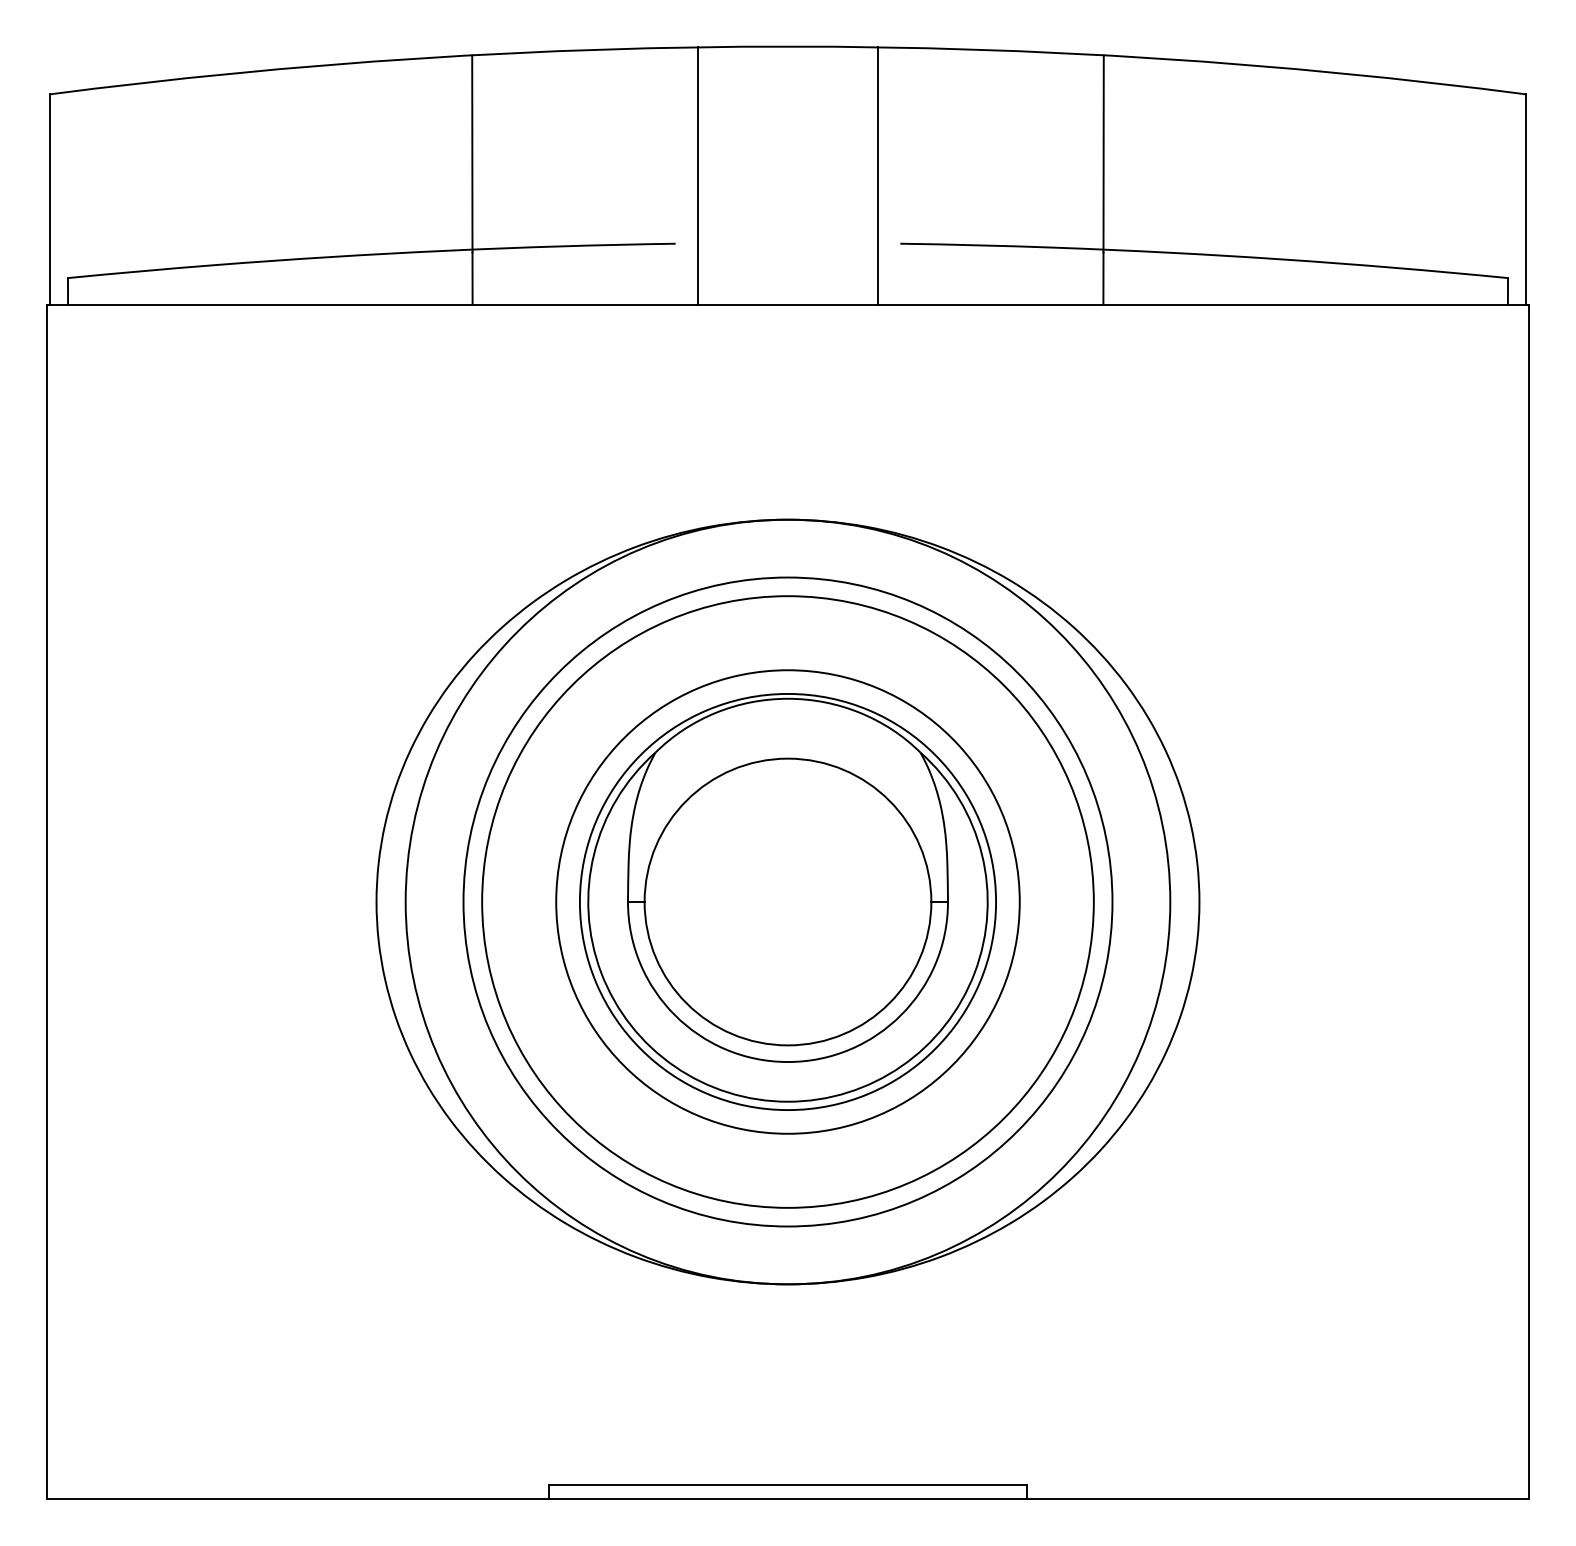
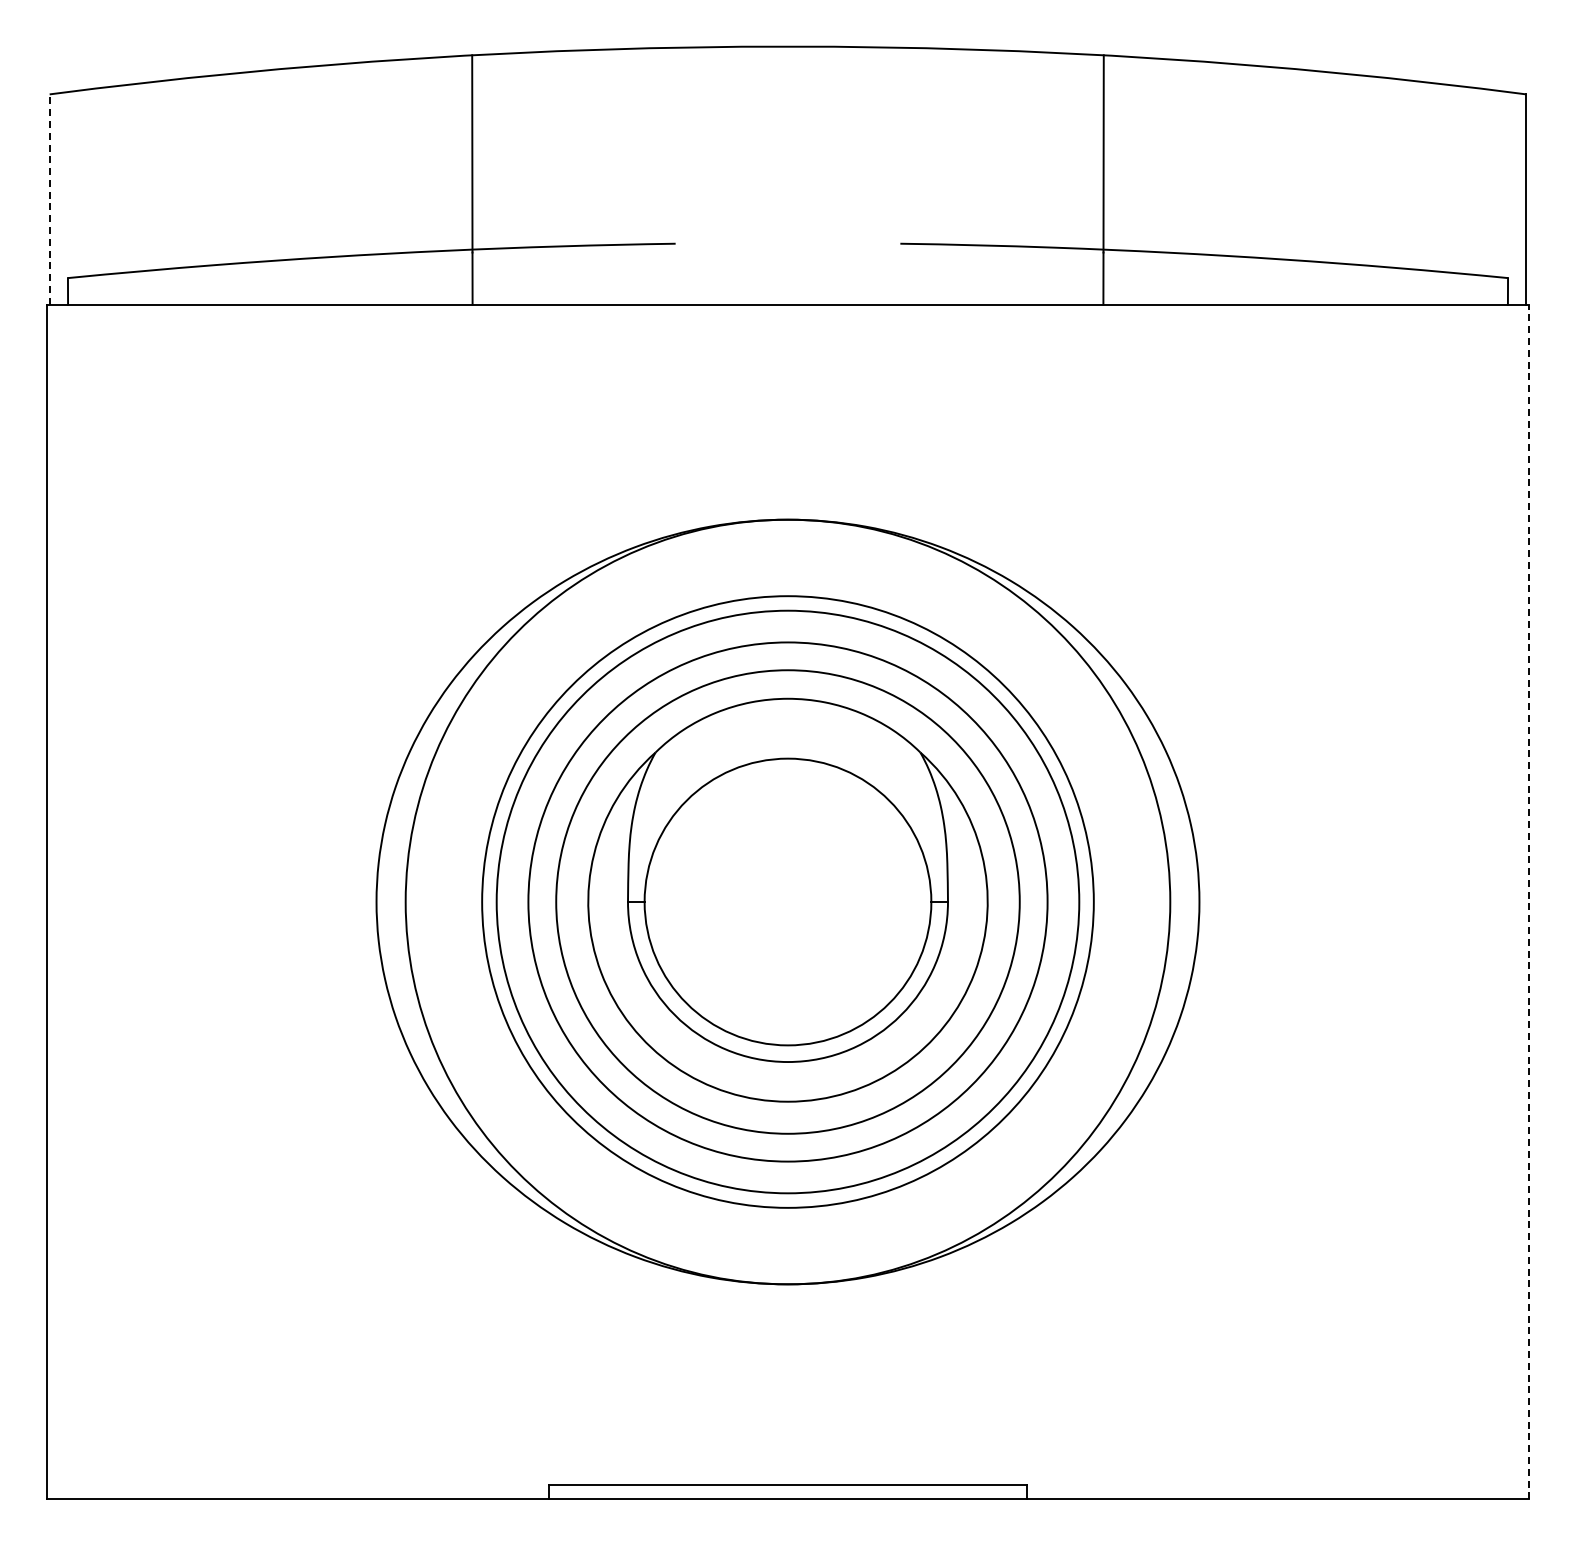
line at (698, 175): present -> none
line at (877, 175): present -> none
line at (49, 199): solid -> dashed
circle at (787, 901) diameter: 416 px -> 583 px
circle at (787, 901) diameter: 649 px -> 519 px
line at (1528, 901): solid -> dashed
